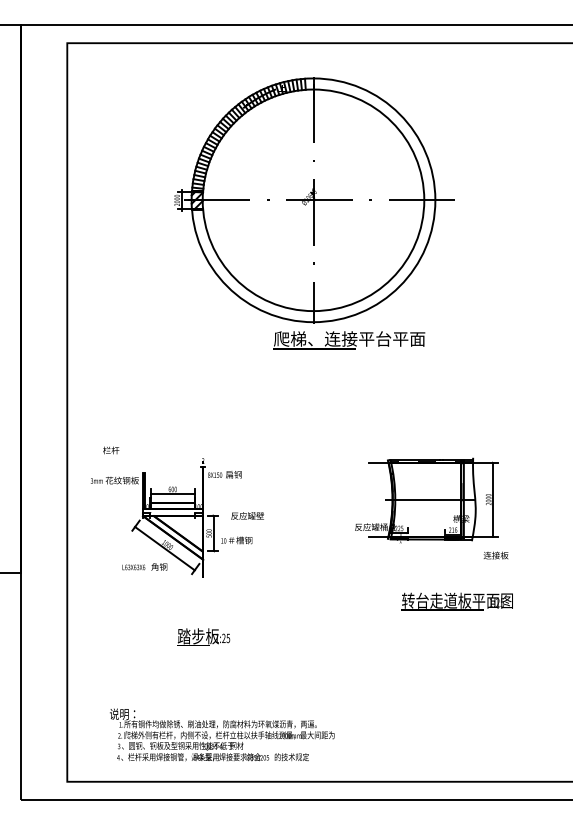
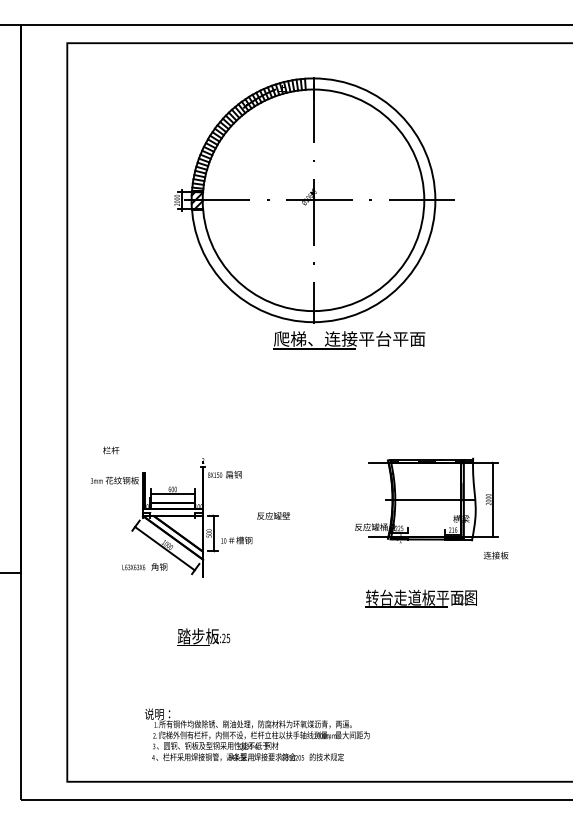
text at (247, 515) position: (247, 515) -> (273, 515)
text at (456, 601) position: (456, 601) -> (420, 598)
text at (222, 734) position: (222, 734) -> (257, 734)
